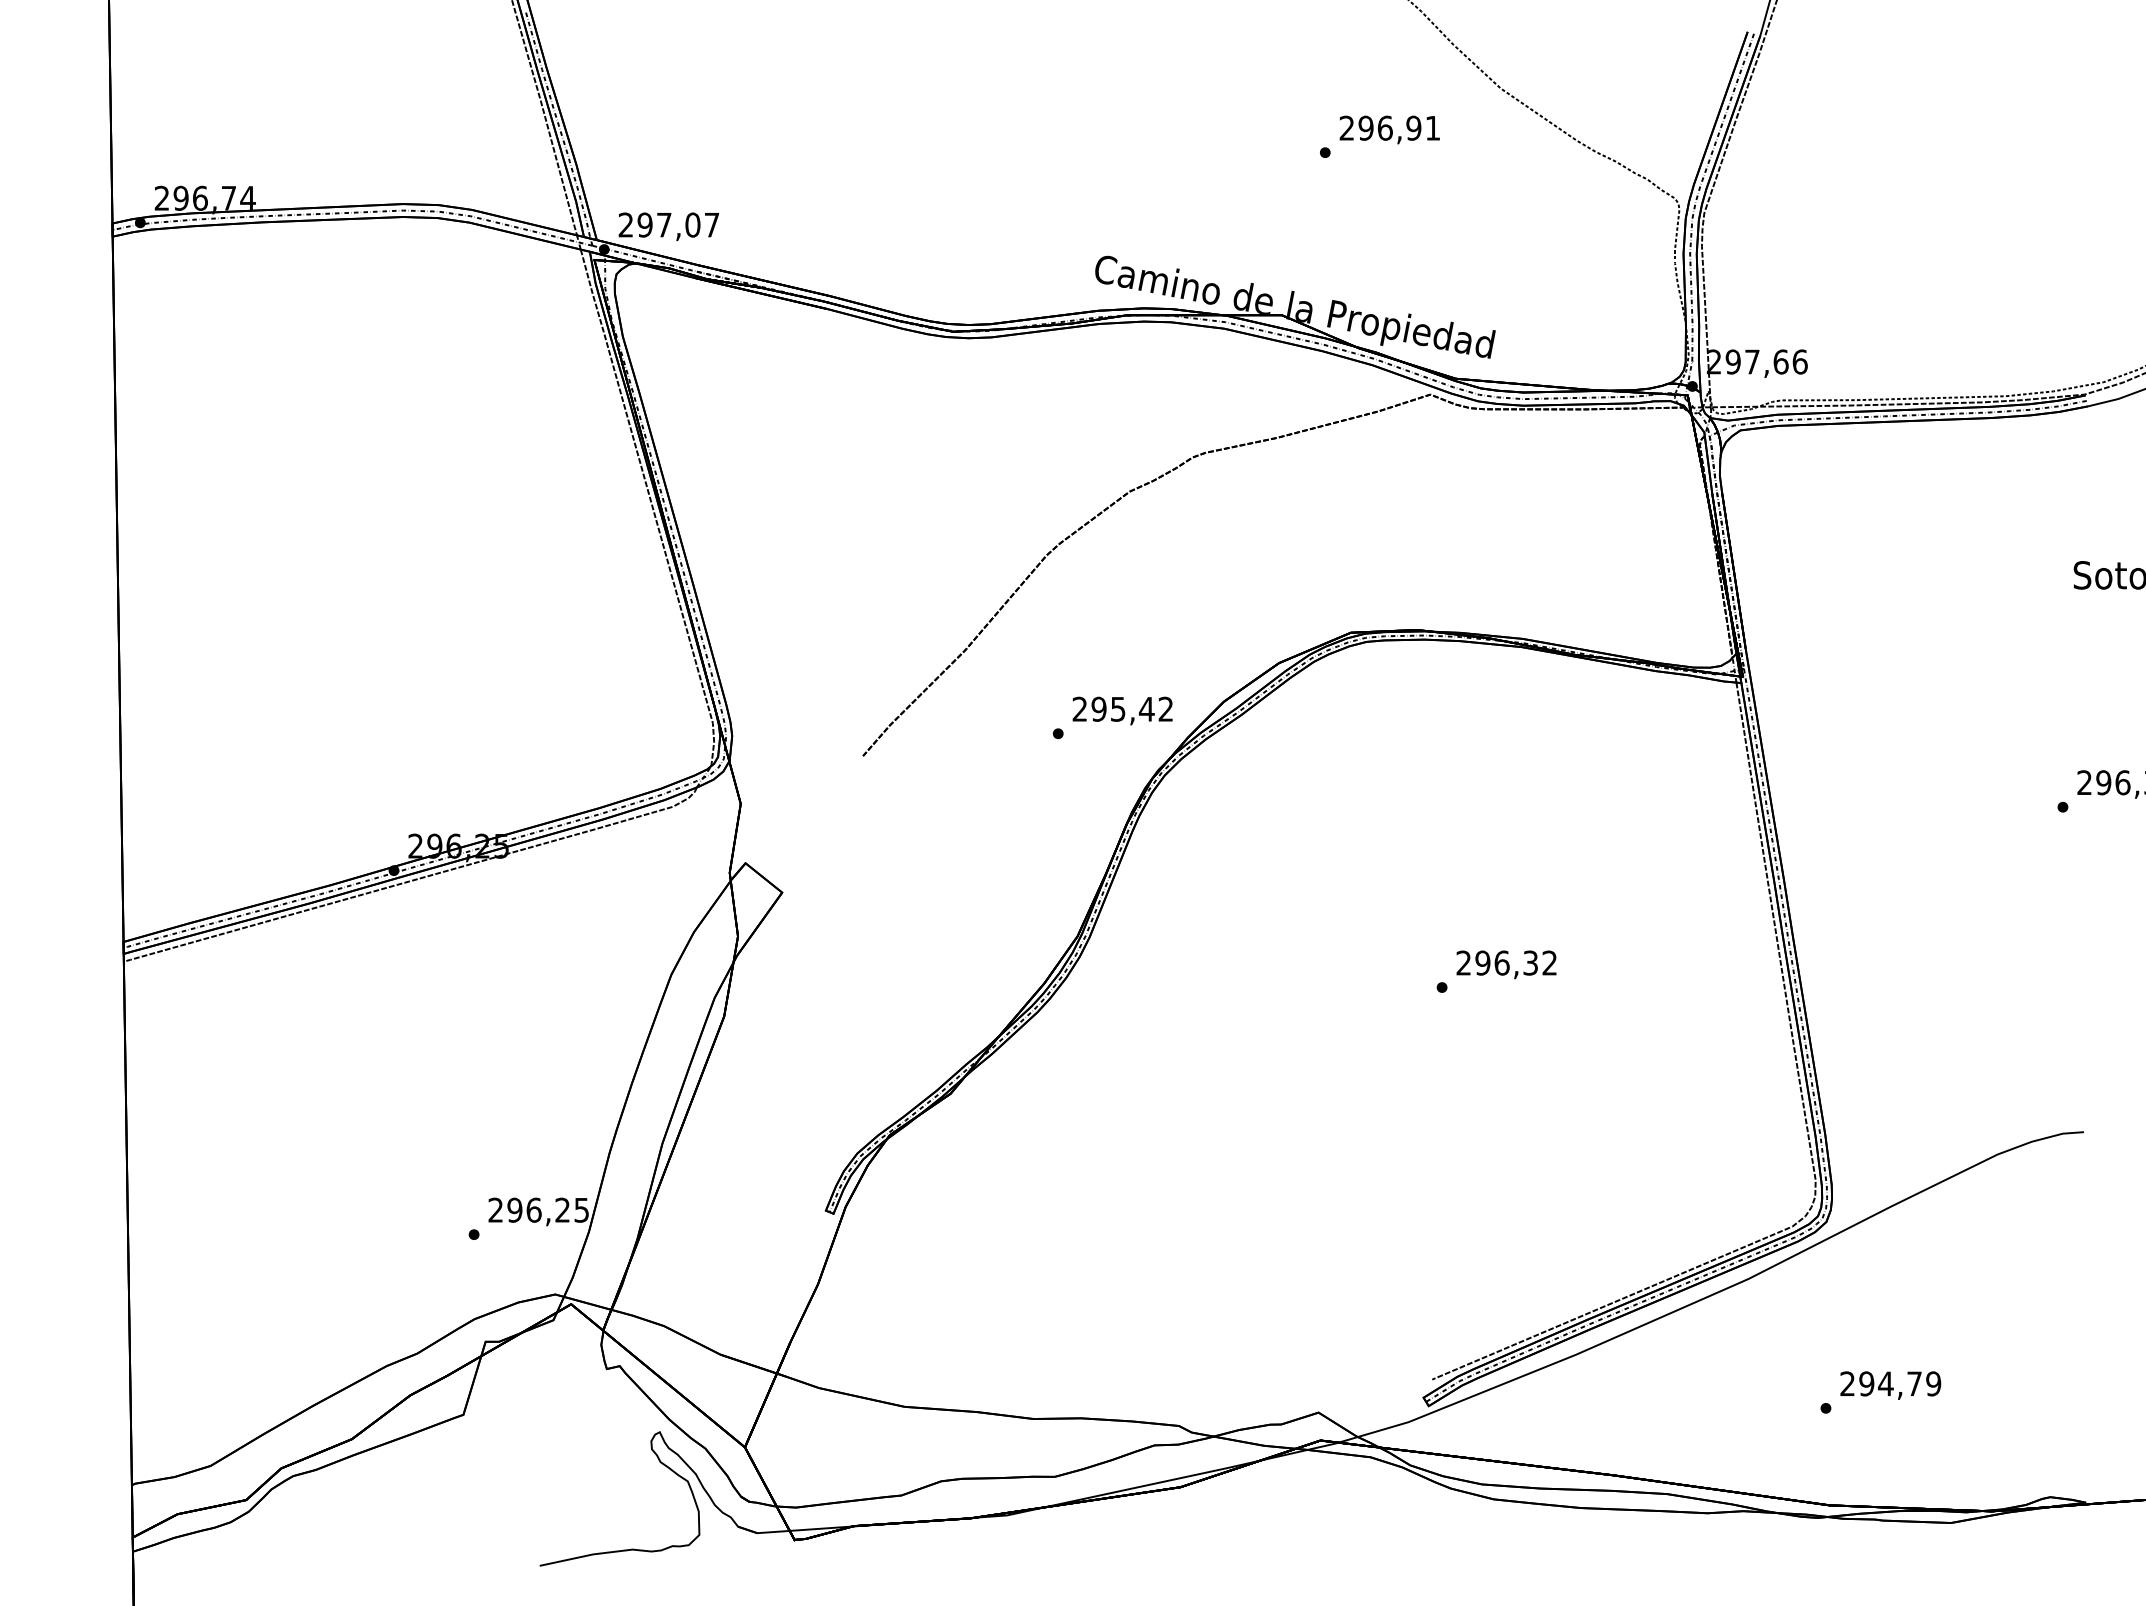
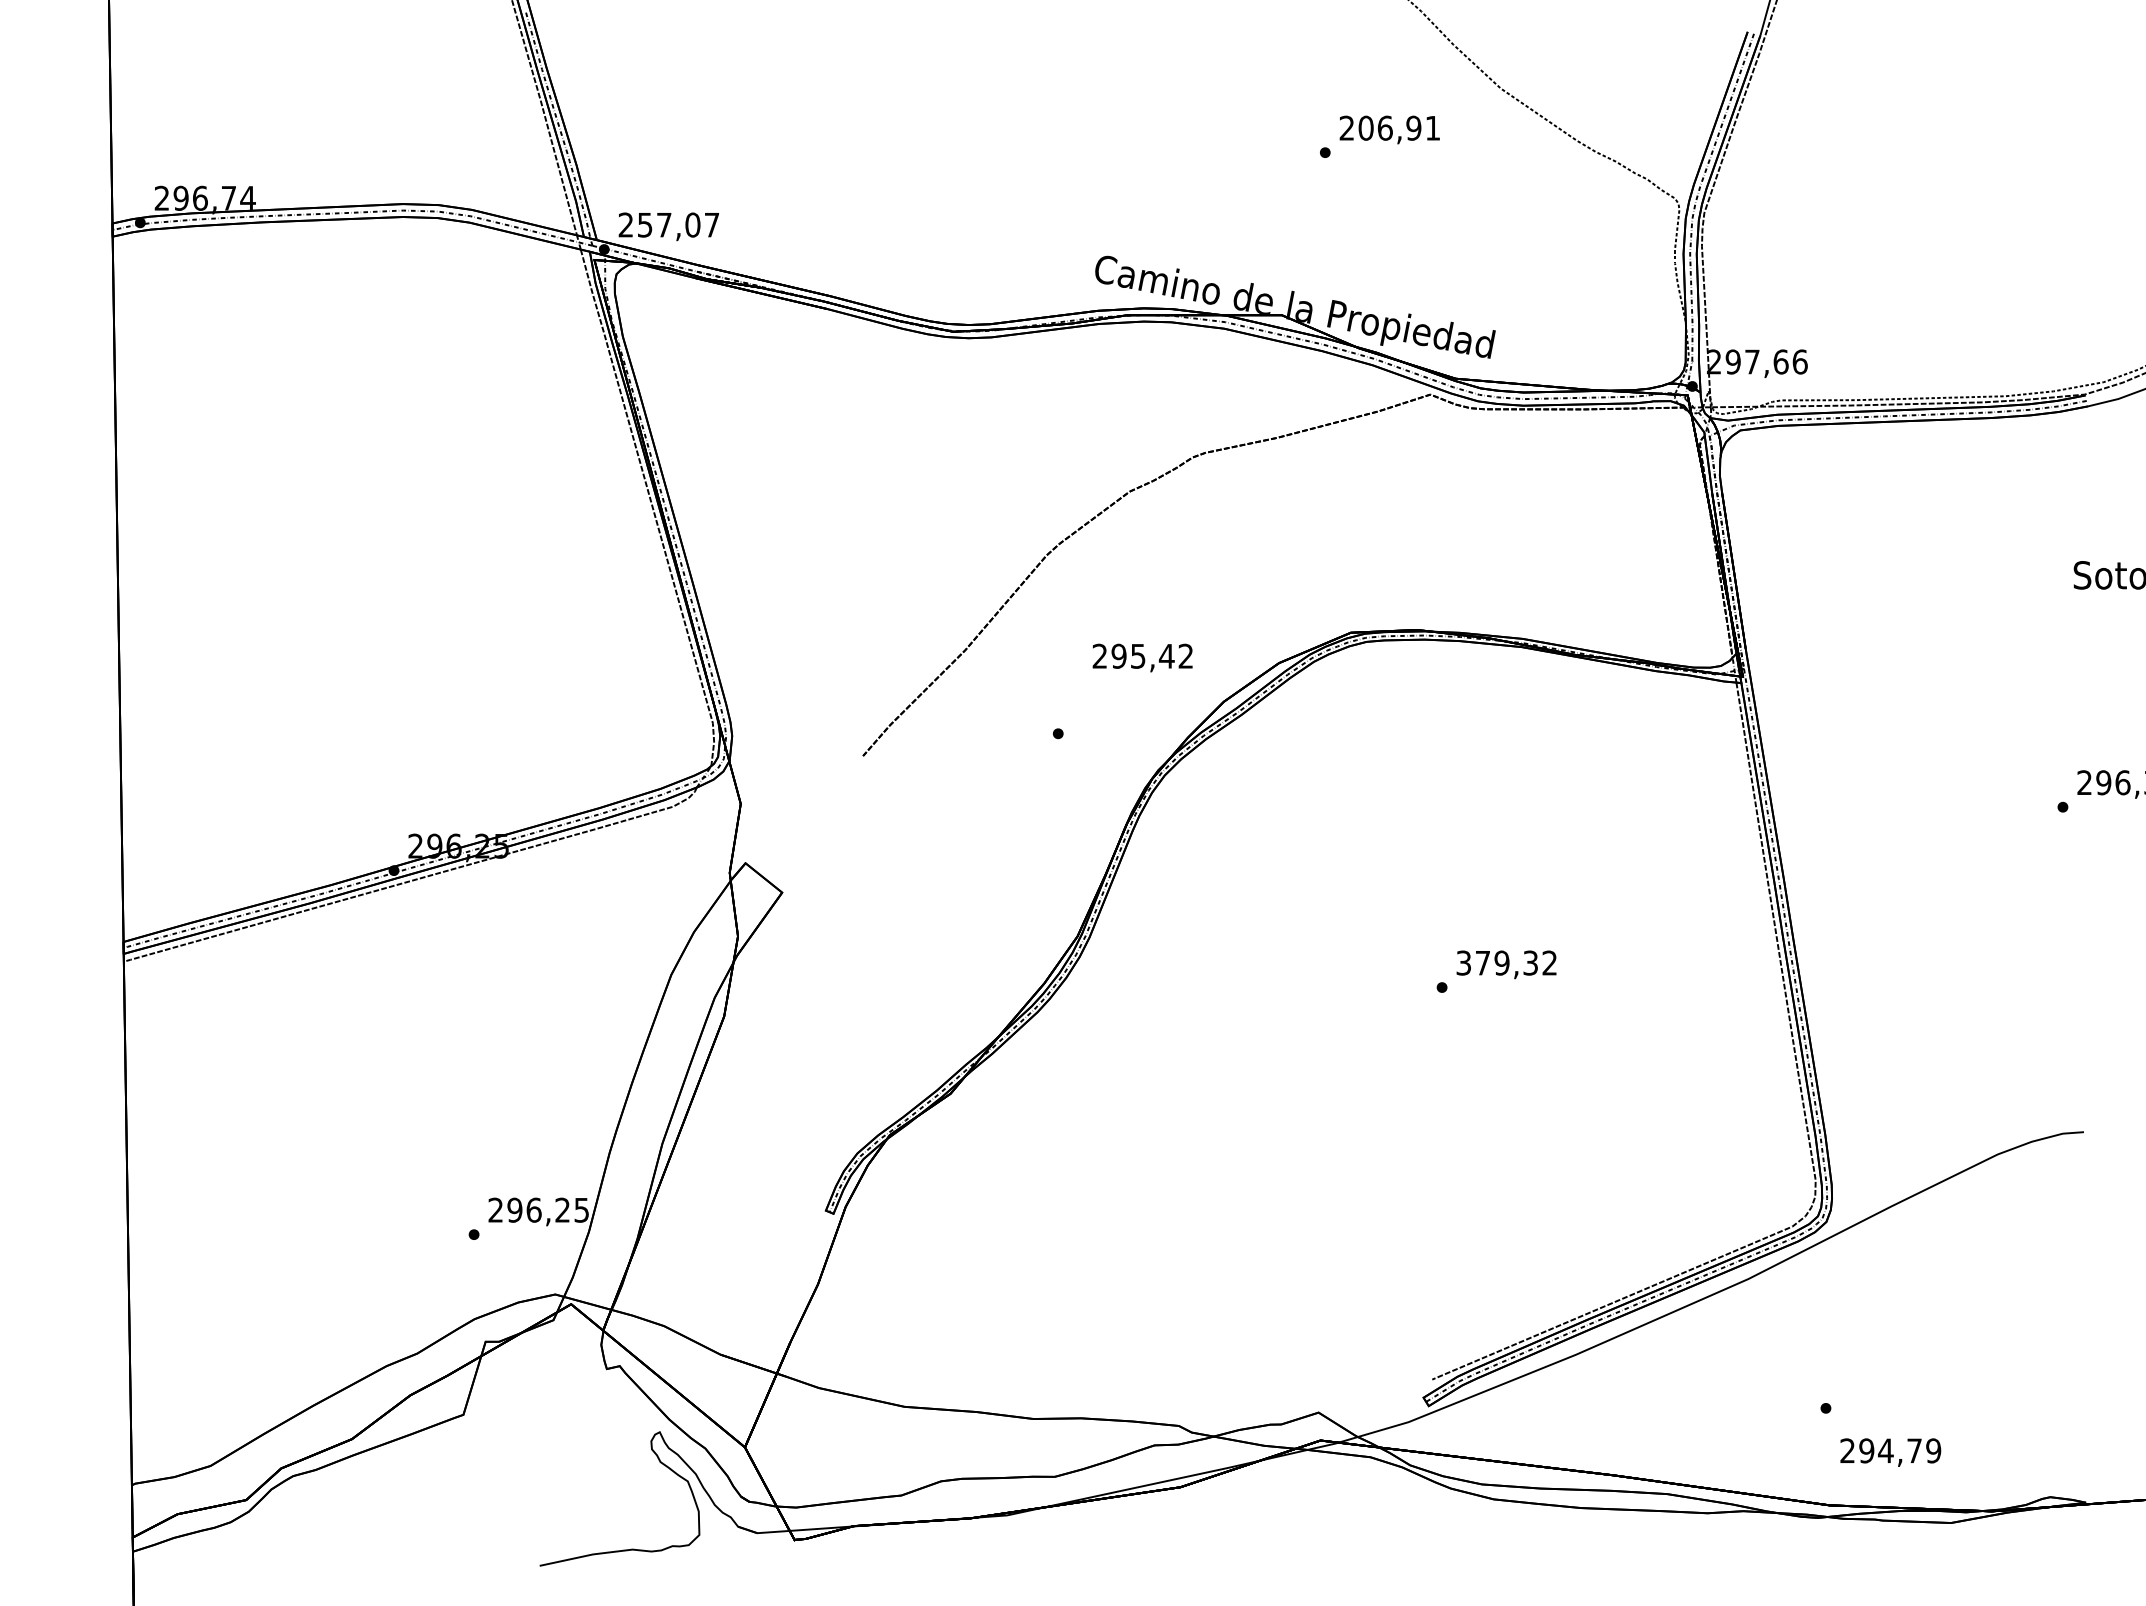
text at (1365, 127): 296,91 -> 206,91
text at (644, 224): 297,07 -> 257,07
text at (1122, 710) position: (1122, 710) -> (1142, 657)
text at (1482, 962): 296,32 -> 379,32
text at (1890, 1385) position: (1890, 1385) -> (1890, 1452)
